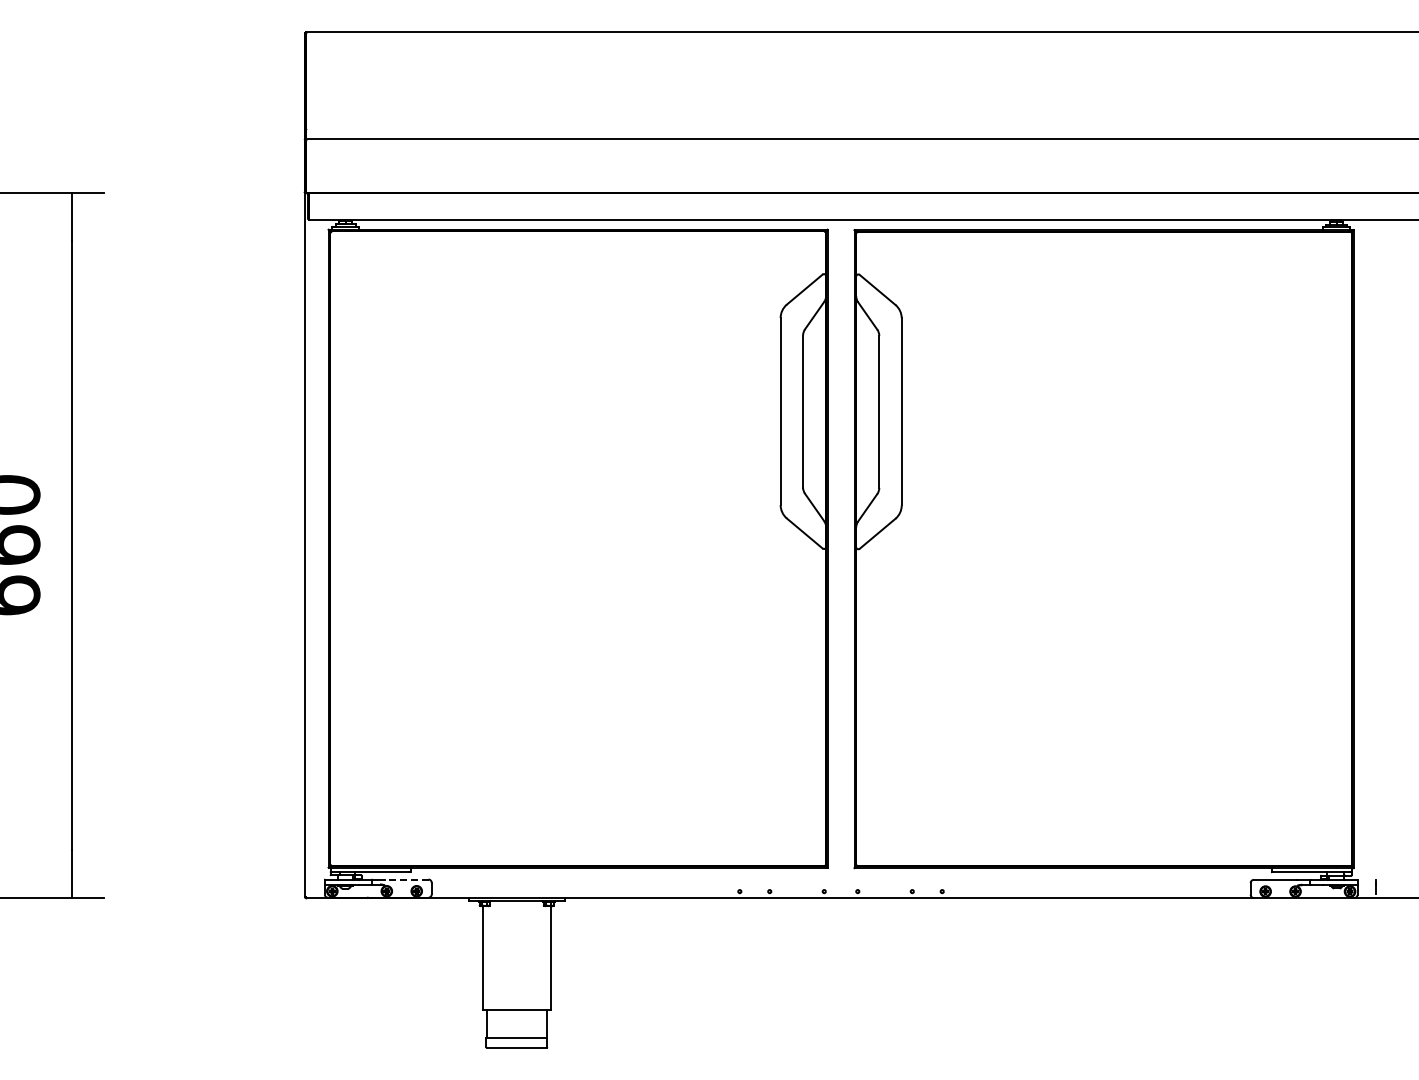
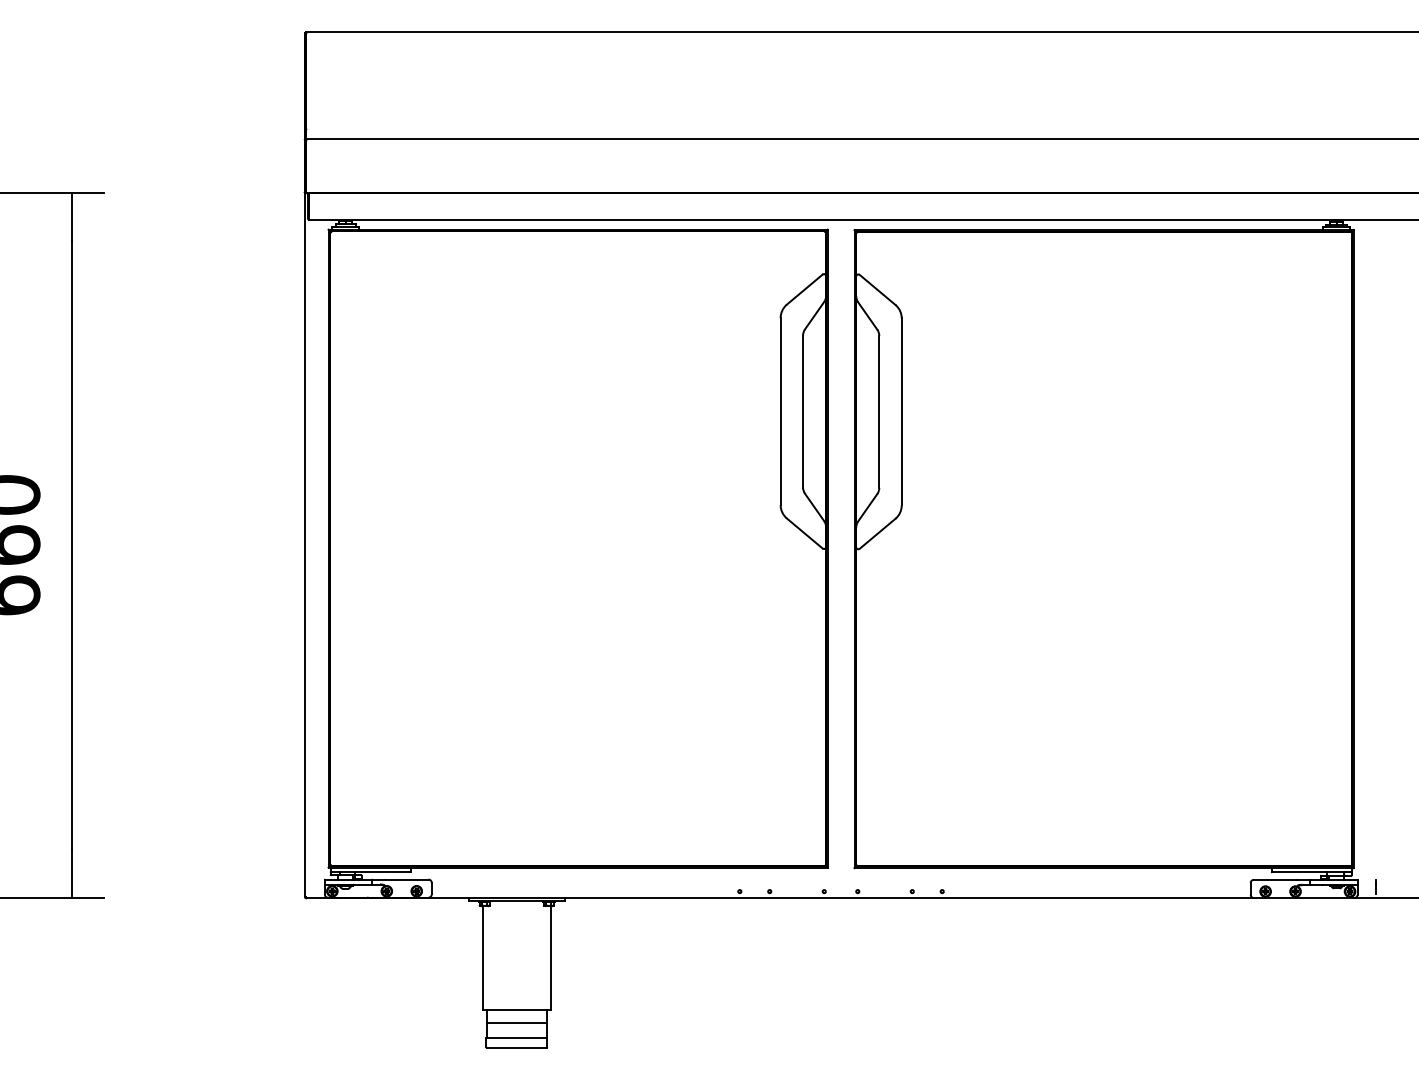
line at (406, 879): dashed -> solid
line at (516, 1022): none -> present
